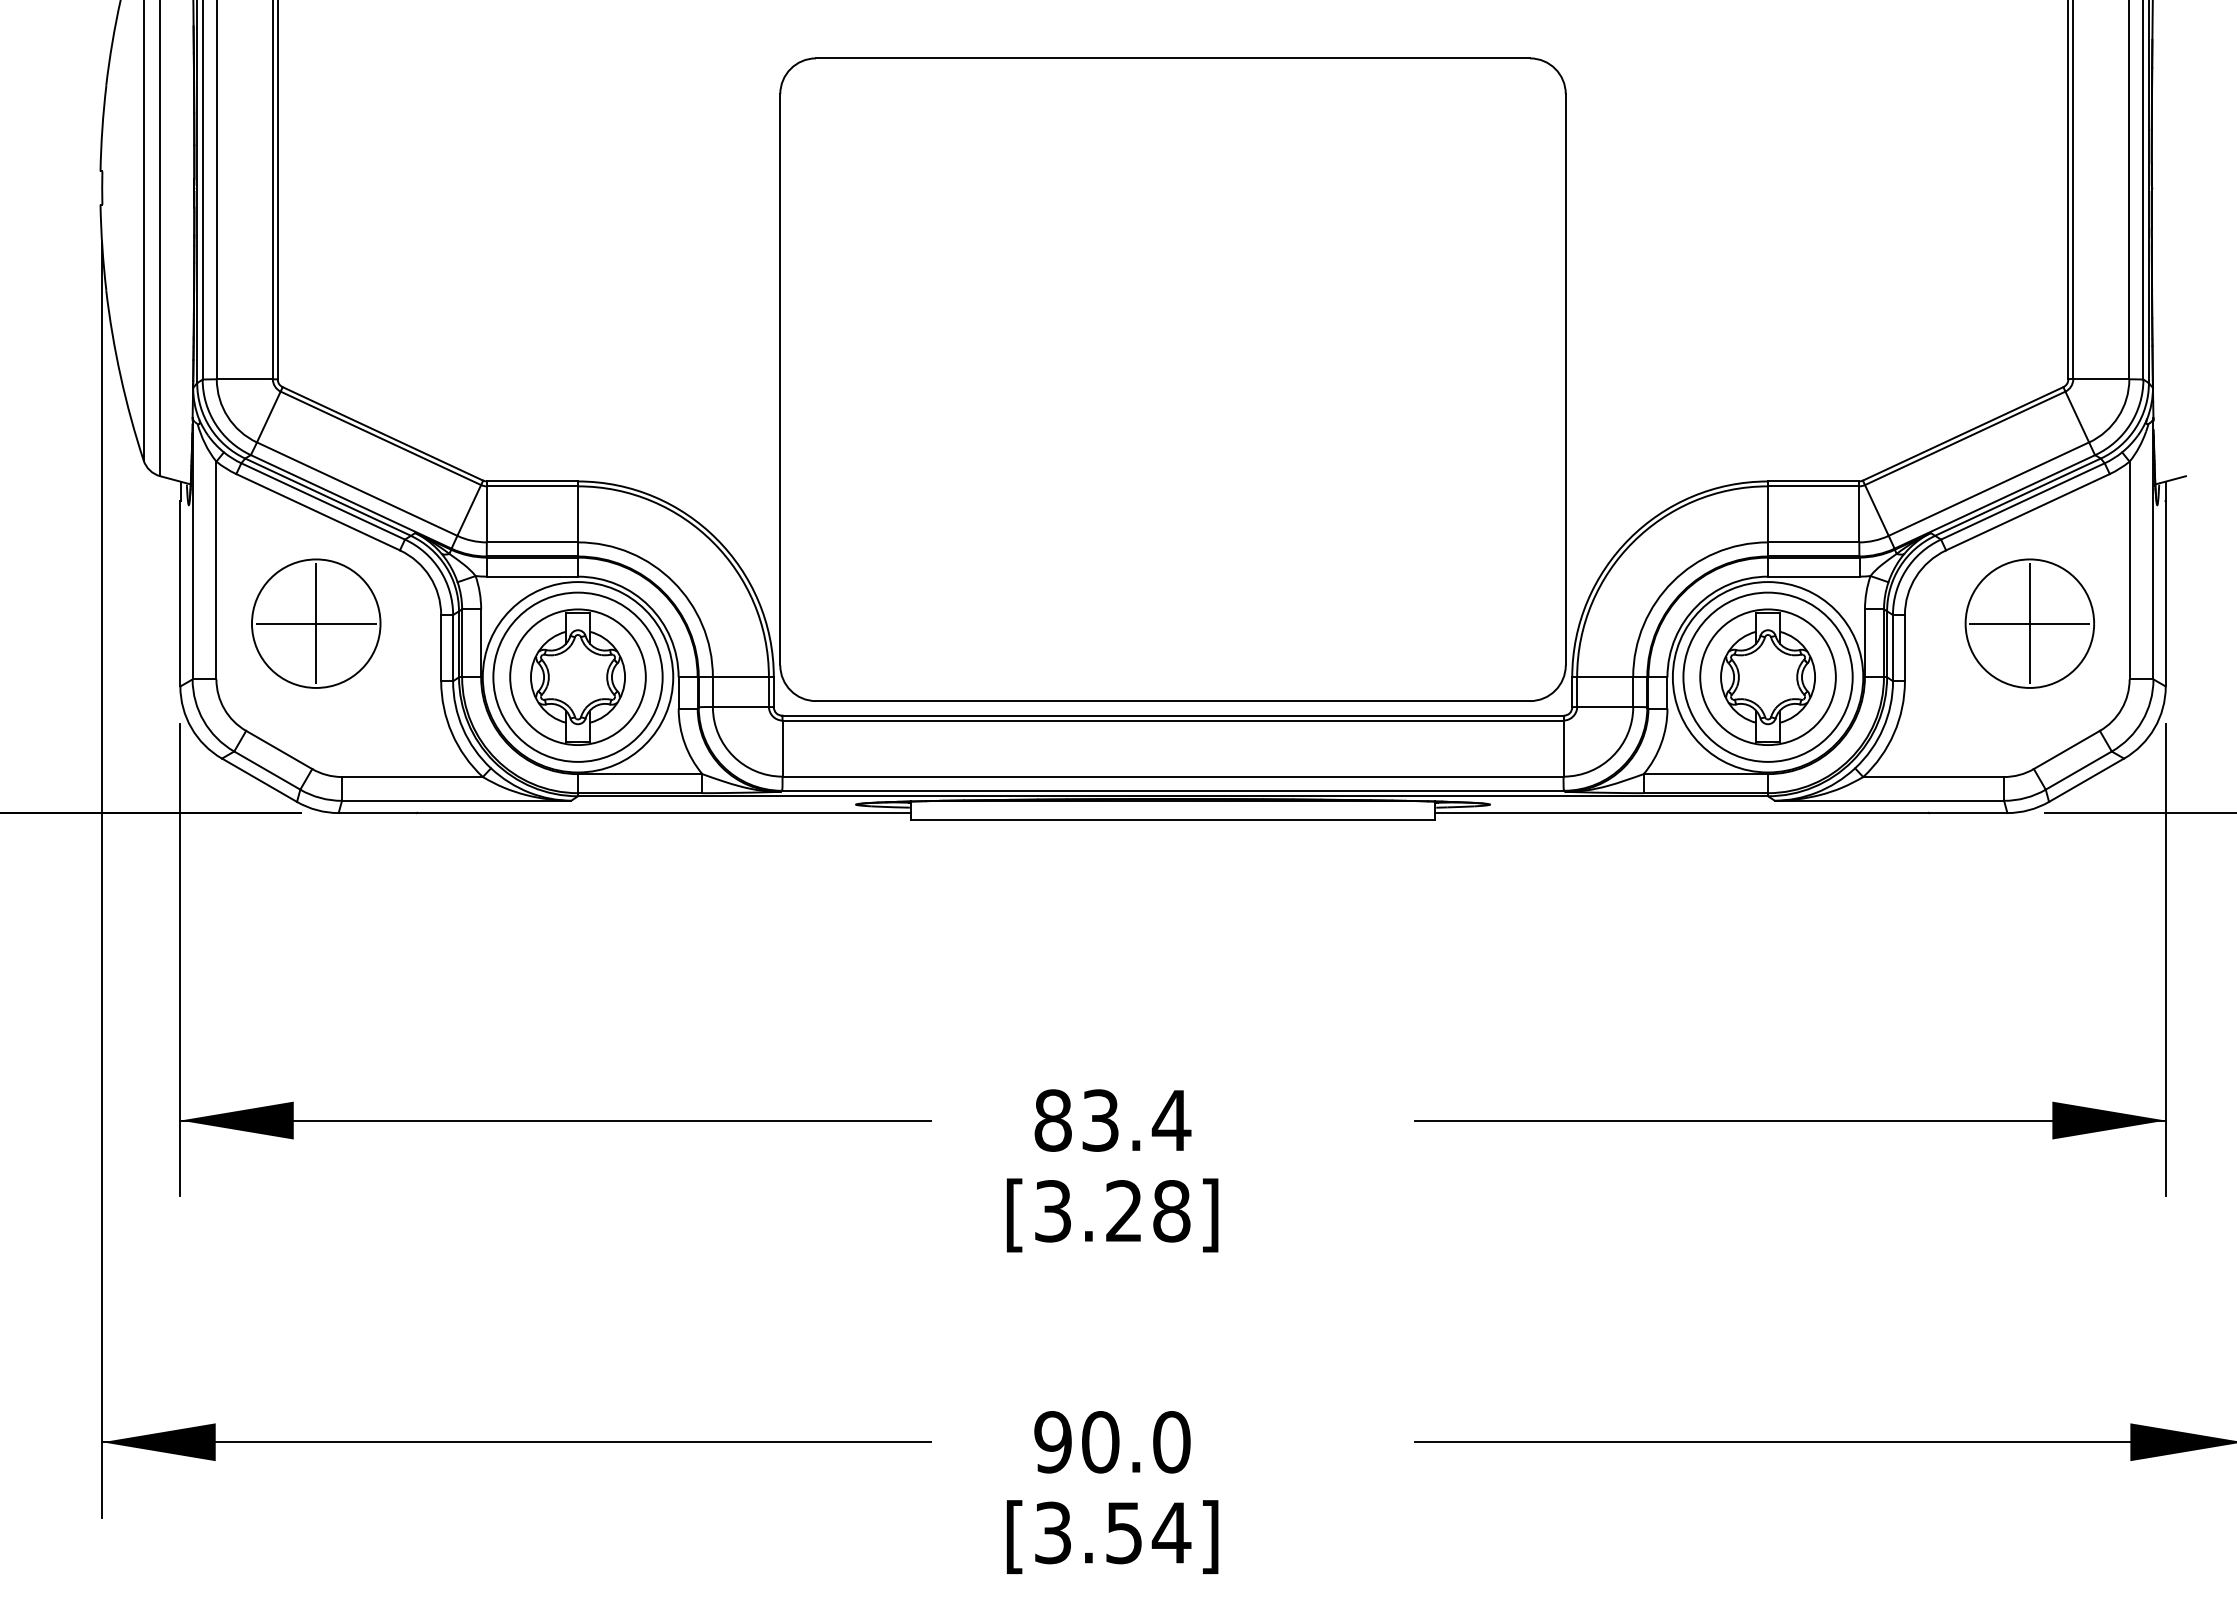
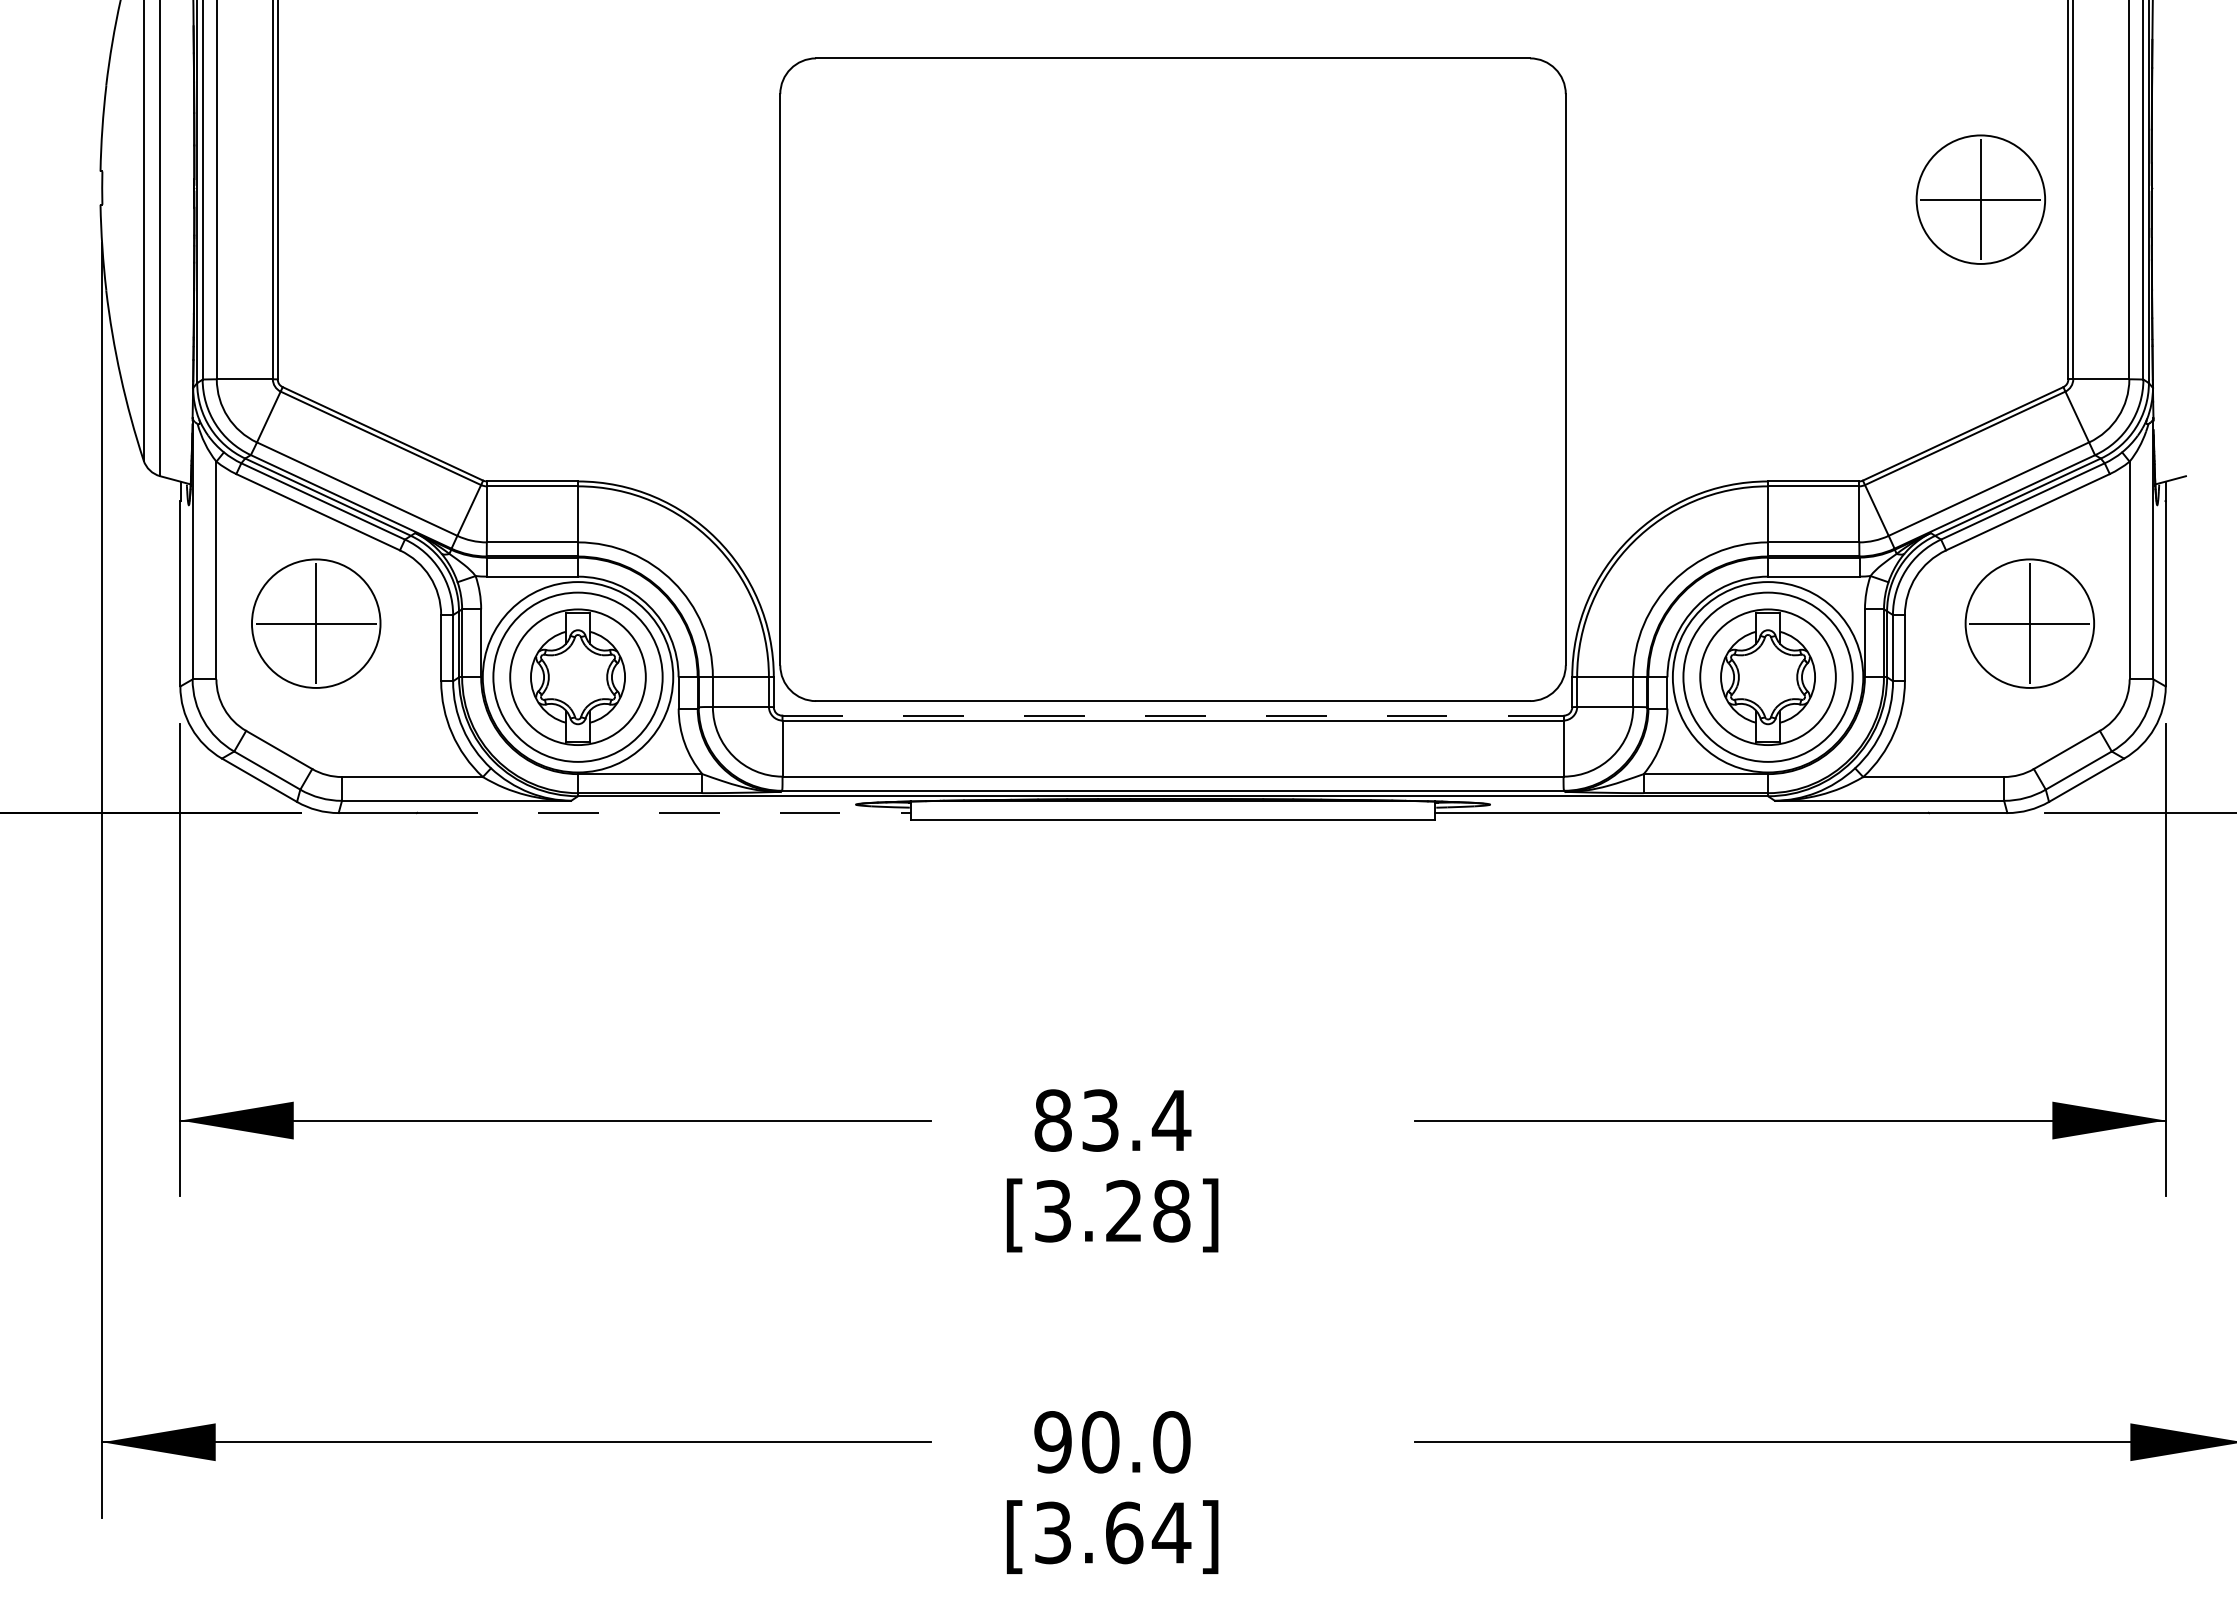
part at (1980, 199): none -> present
line at (1173, 715): solid -> dashed
line at (664, 812): solid -> dashed
text at (1124, 1532): [3.54] -> [3.64]
